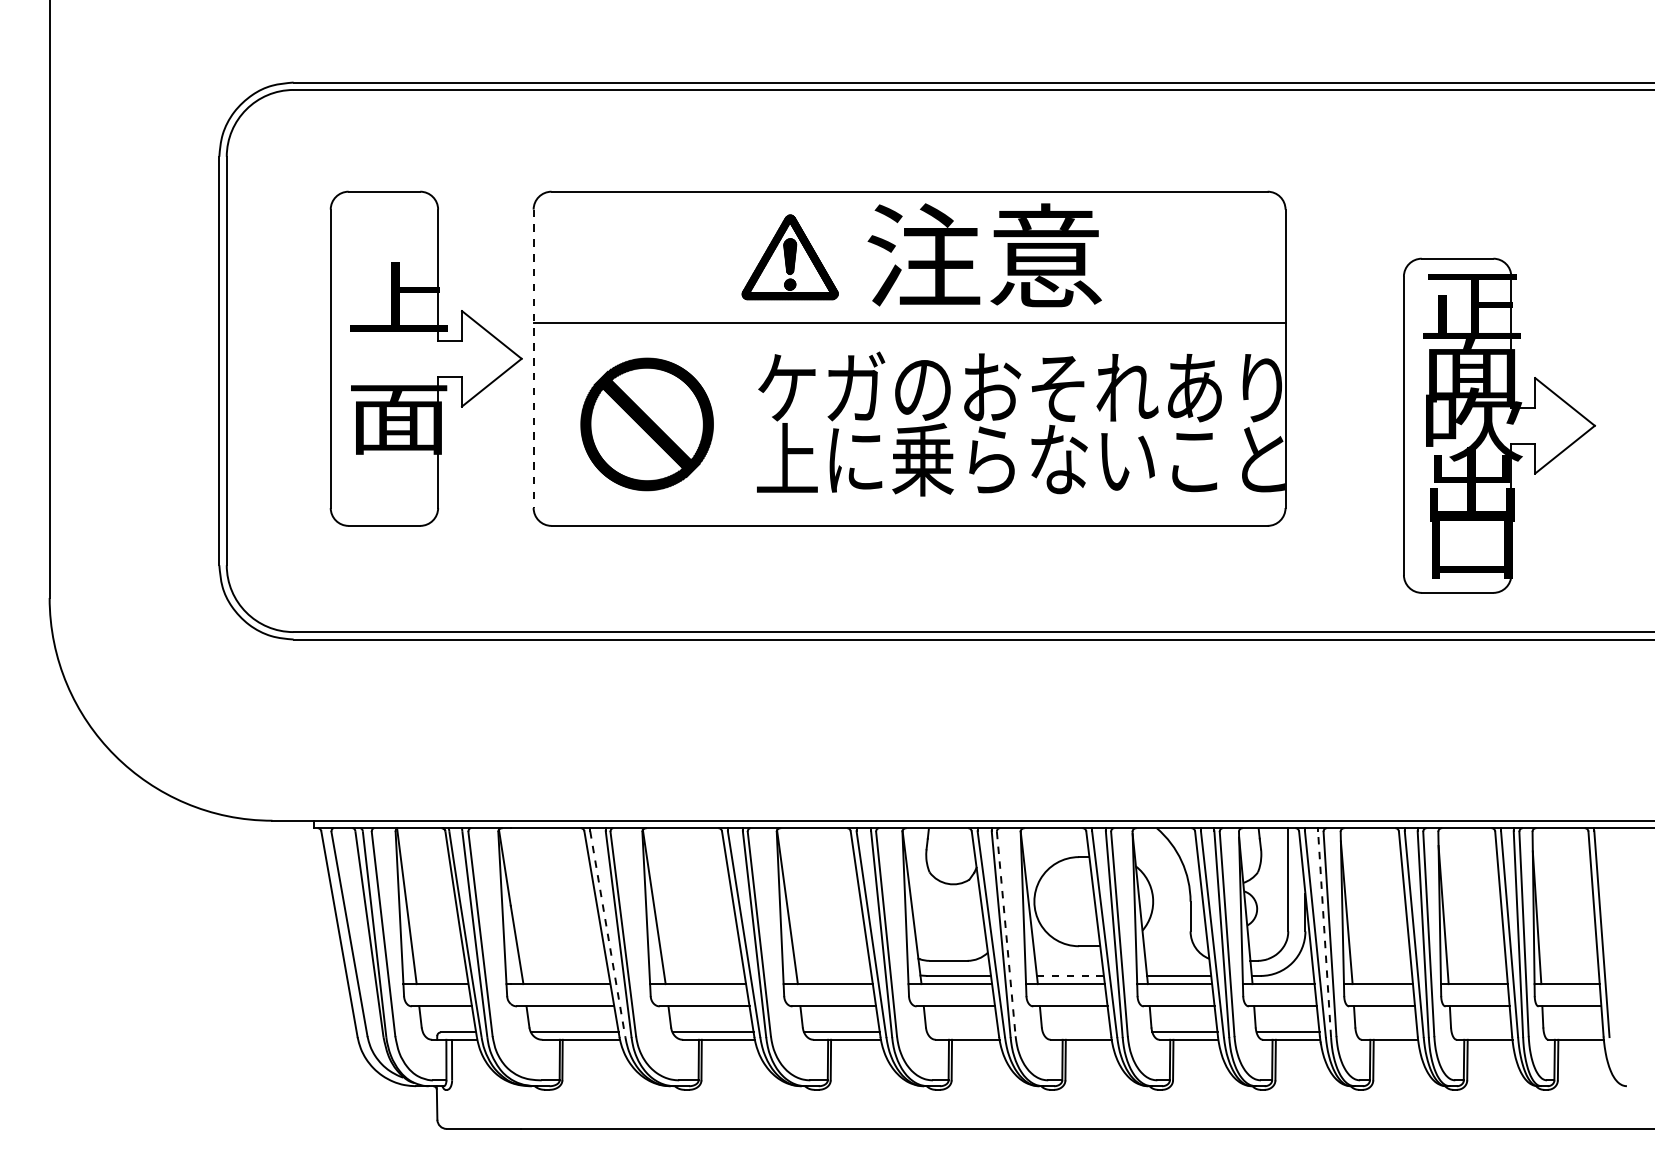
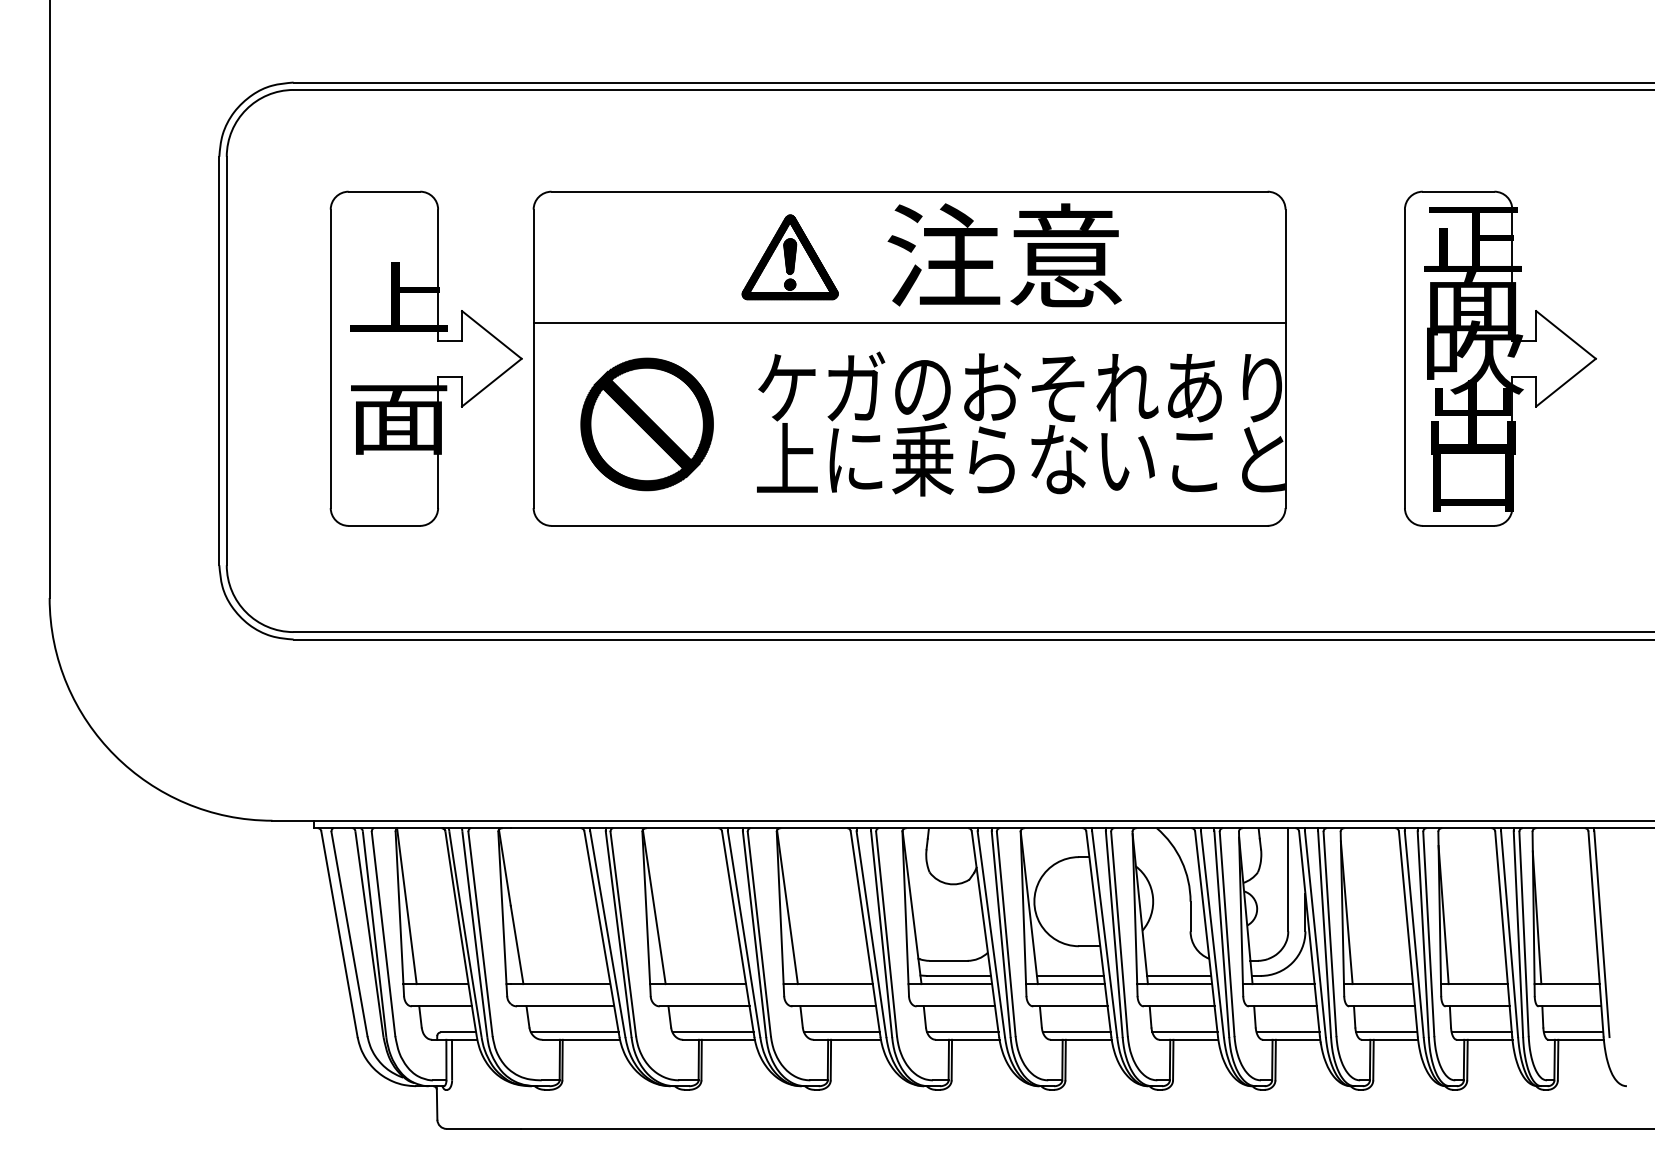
text at (984, 255) position: (984, 255) -> (1004, 255)
line at (533, 359): dashed -> solid
part at (1499, 425) position: (1499, 425) -> (1500, 358)
line at (1324, 933): dashed -> solid
line at (607, 934): dashed -> solid
line at (1006, 934): dashed -> solid
line at (1070, 975): dashed -> solid
line at (962, 1032): none -> present
line at (1076, 1032): none -> present
line at (1386, 1032): none -> present
line at (1481, 1032): none -> present
line at (1573, 1032): none -> present
